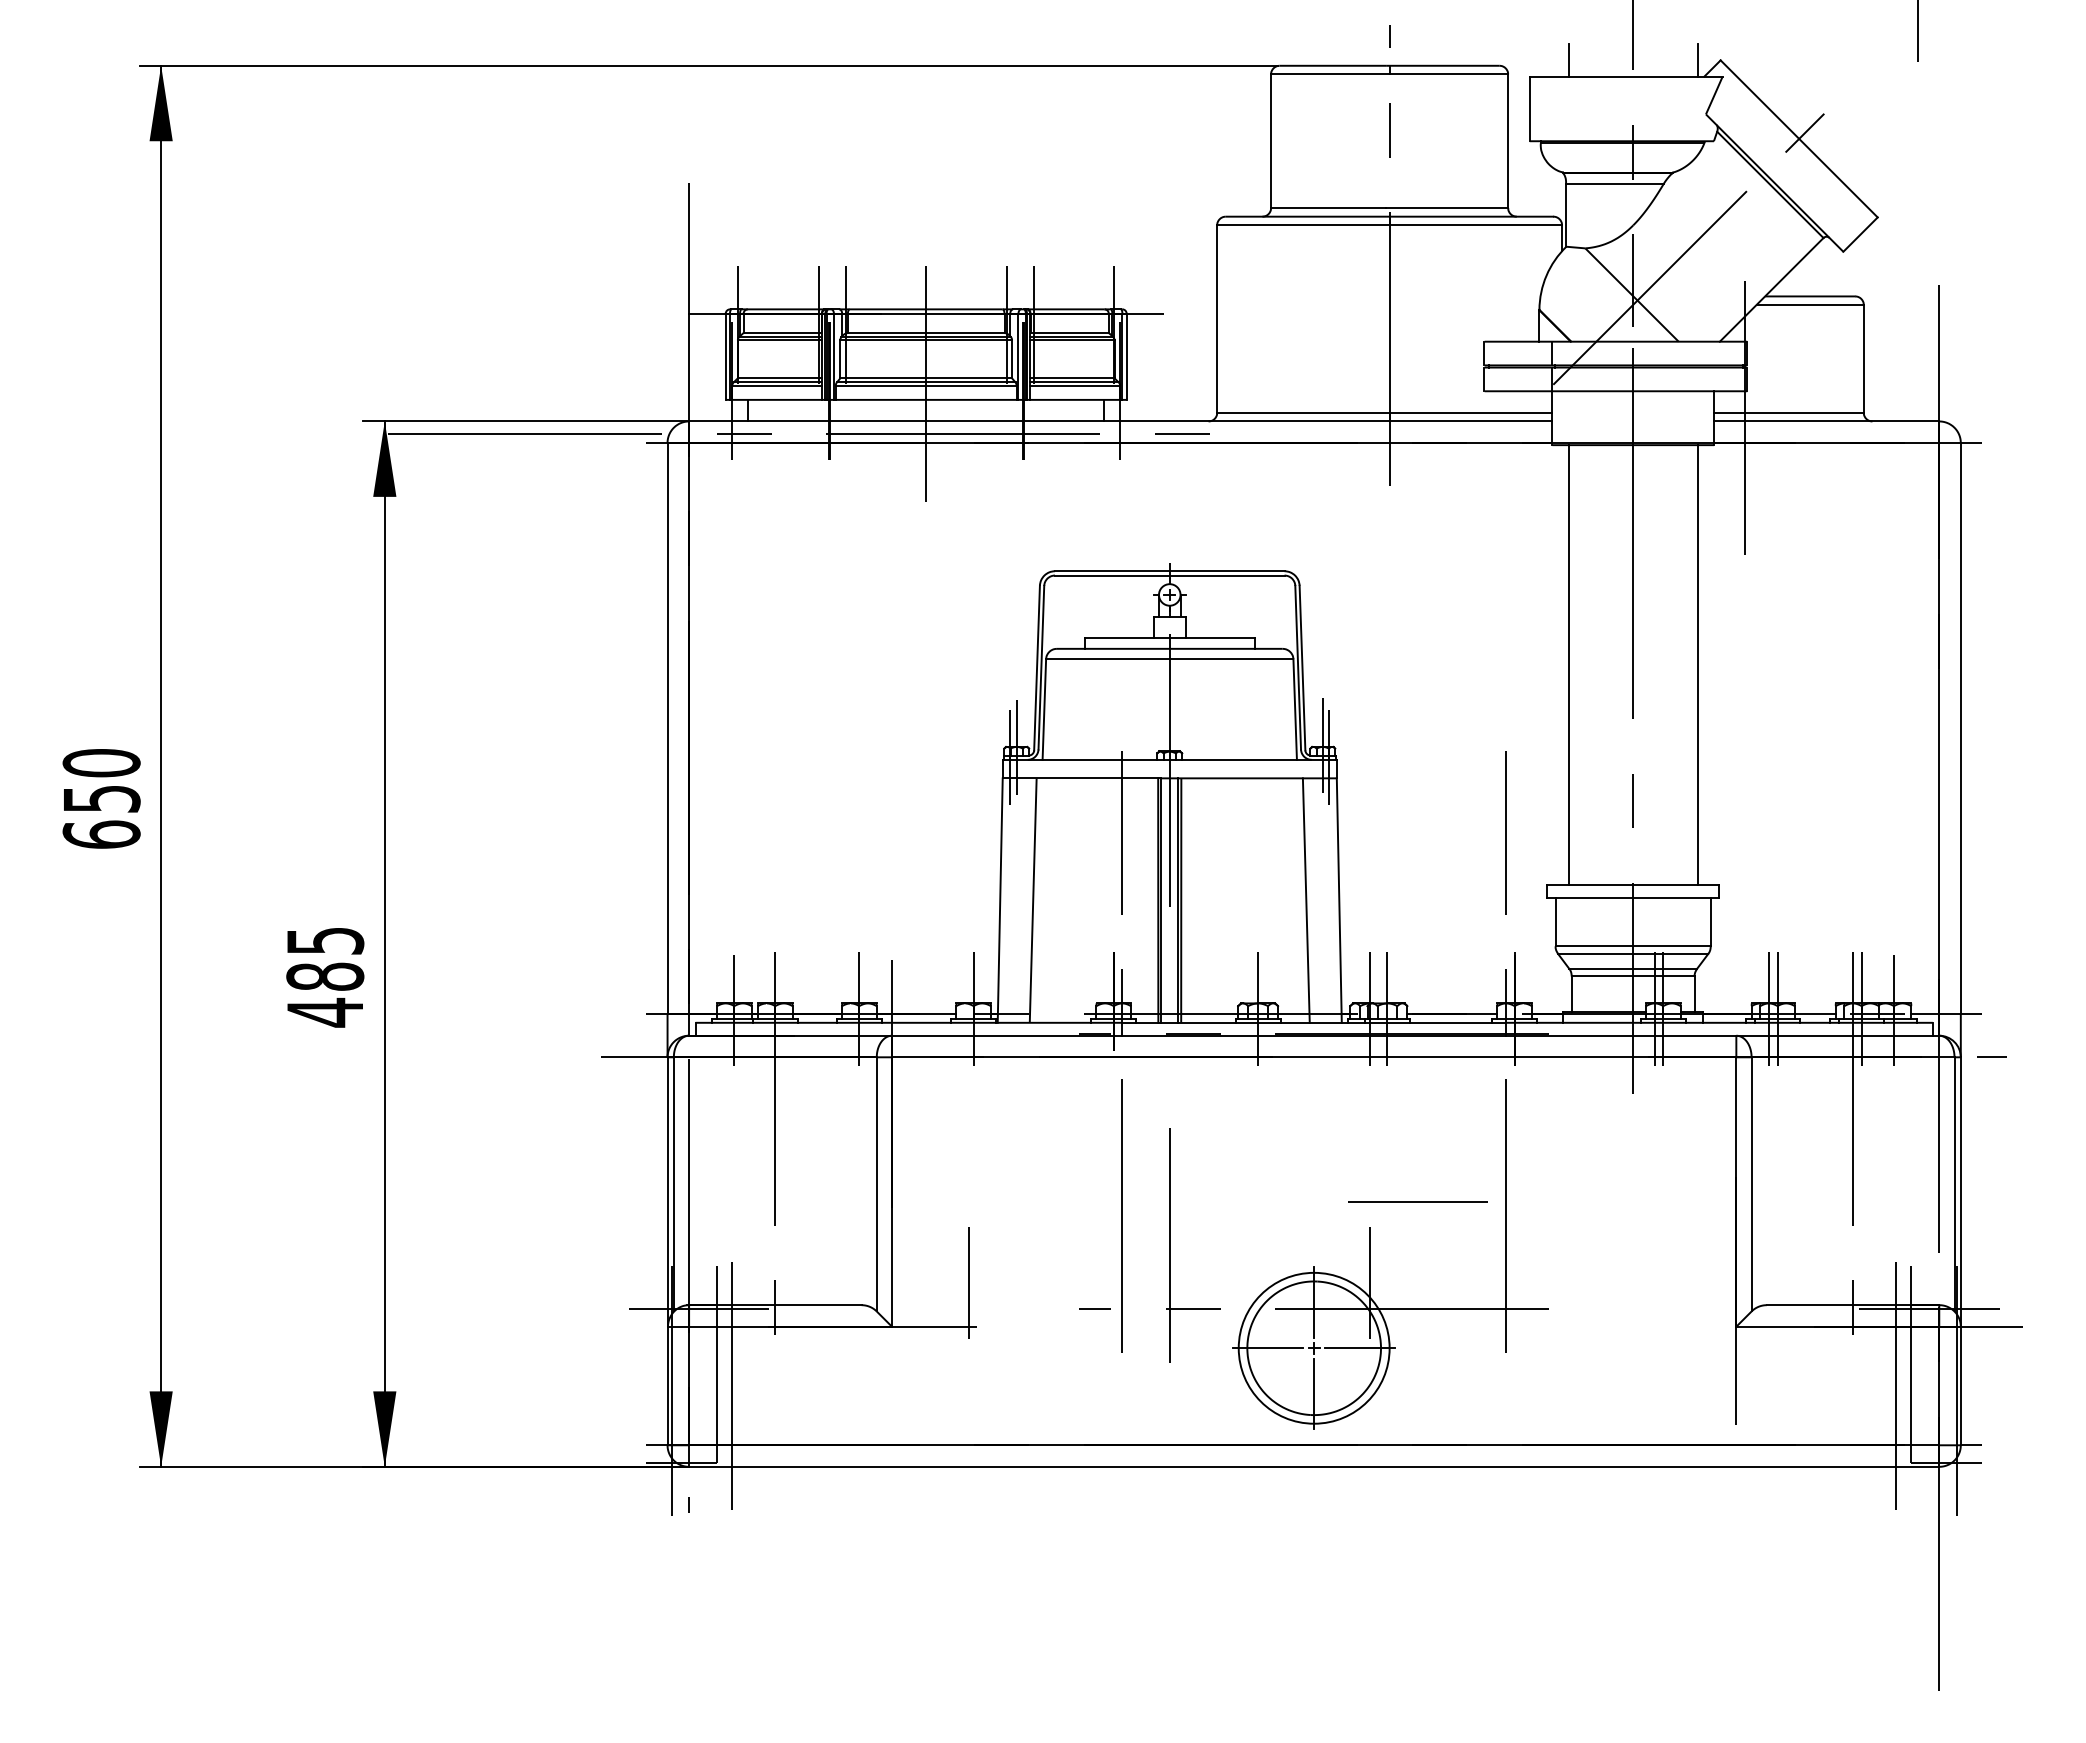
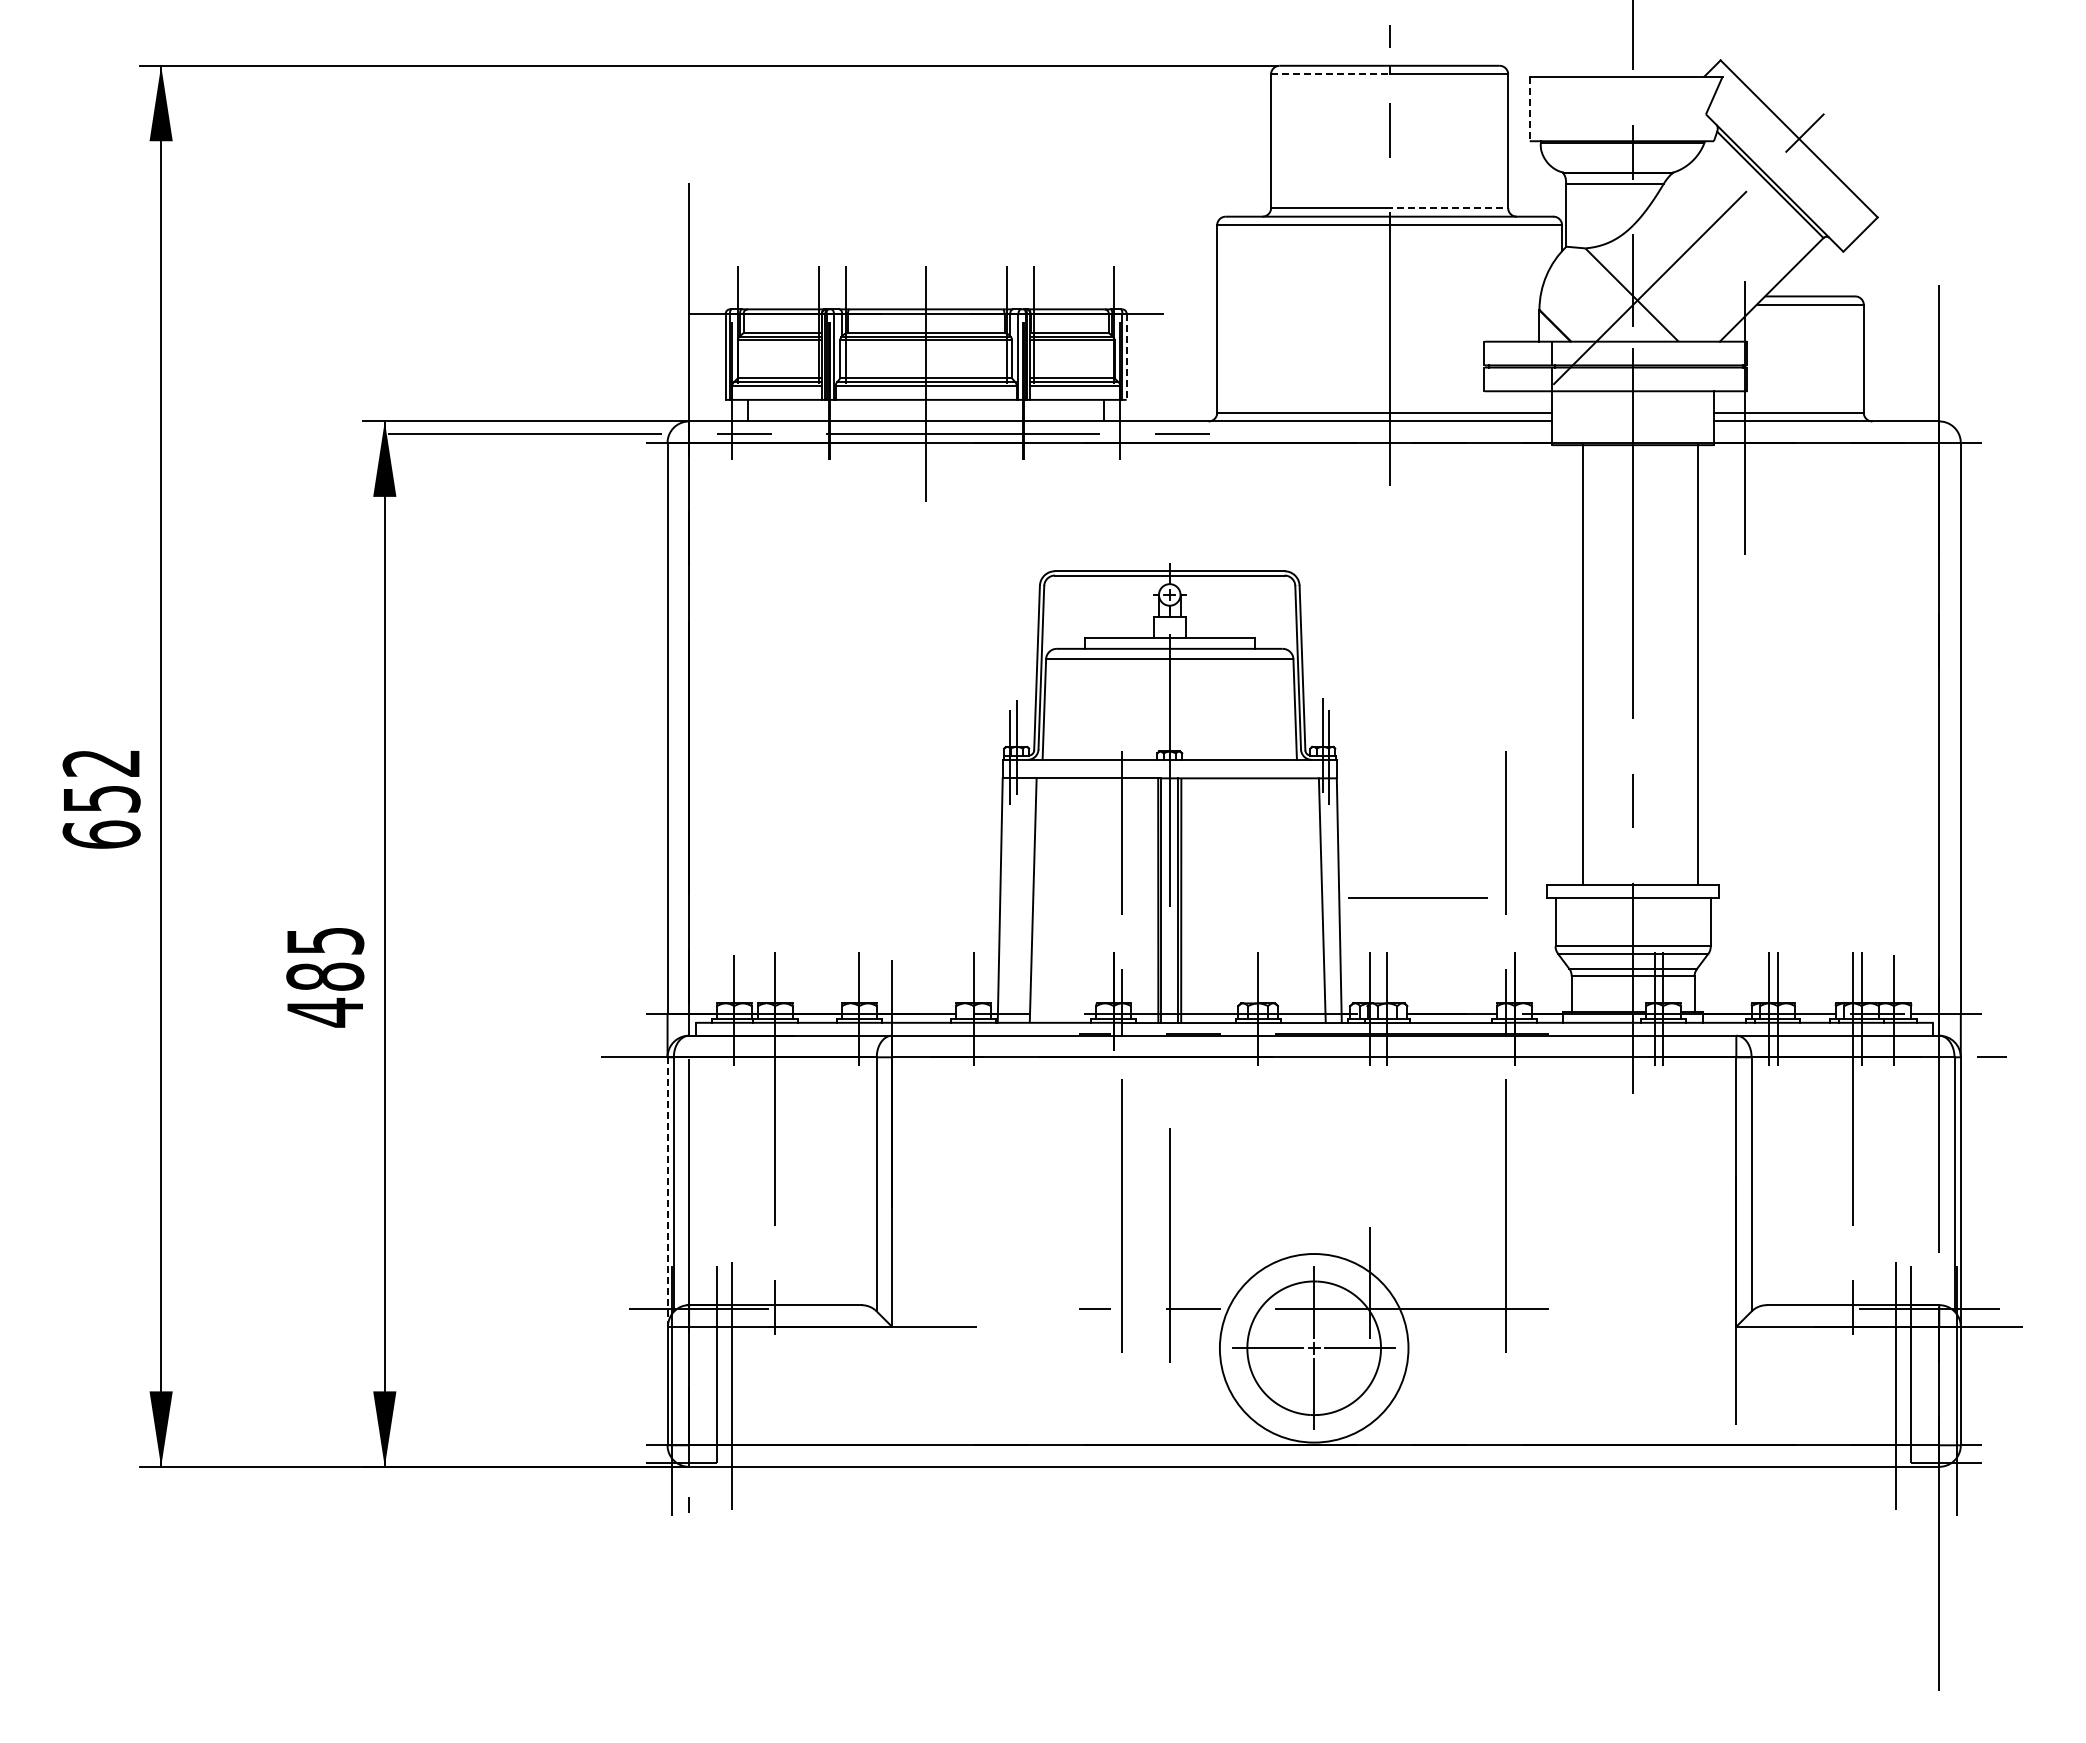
line at (1917, 32): present -> none
line at (1568, 60): present -> none
line at (1697, 60): present -> none
line at (1330, 74): solid -> dashed
line at (1529, 109): solid -> dashed
line at (1447, 208): solid -> dashed
line at (1126, 357): solid -> dashed
line at (1568, 664) position: (1568, 664) -> (1582, 664)
text at (101, 763): 650 -> 652
line at (1305, 900) position: (1305, 900) -> (1321, 900)
line at (667, 1192): solid -> dashed
line at (1417, 1201) position: (1417, 1201) -> (1417, 897)
line at (969, 1282): present -> none
circle at (1313, 1347) diameter: 151 px -> 189 px
